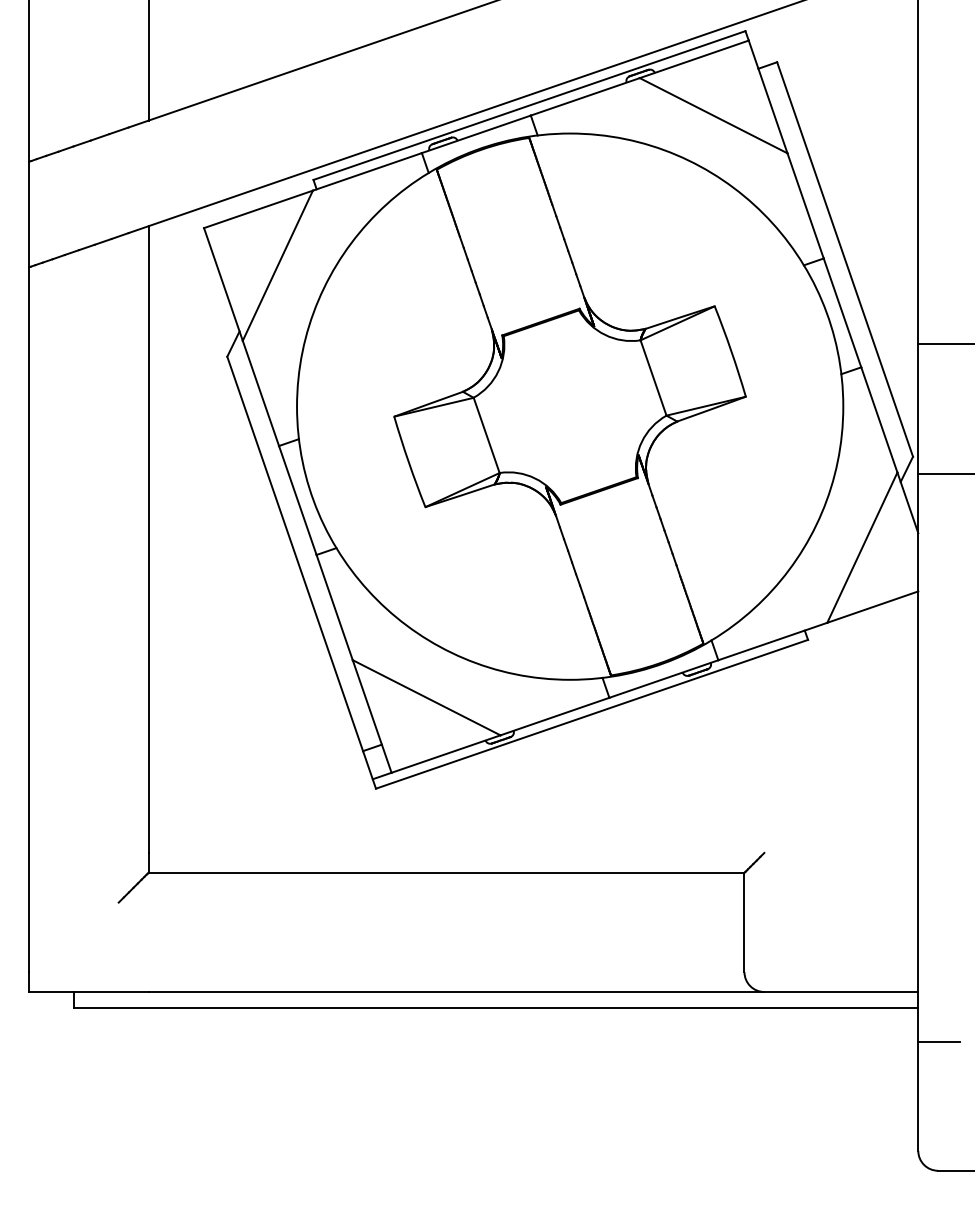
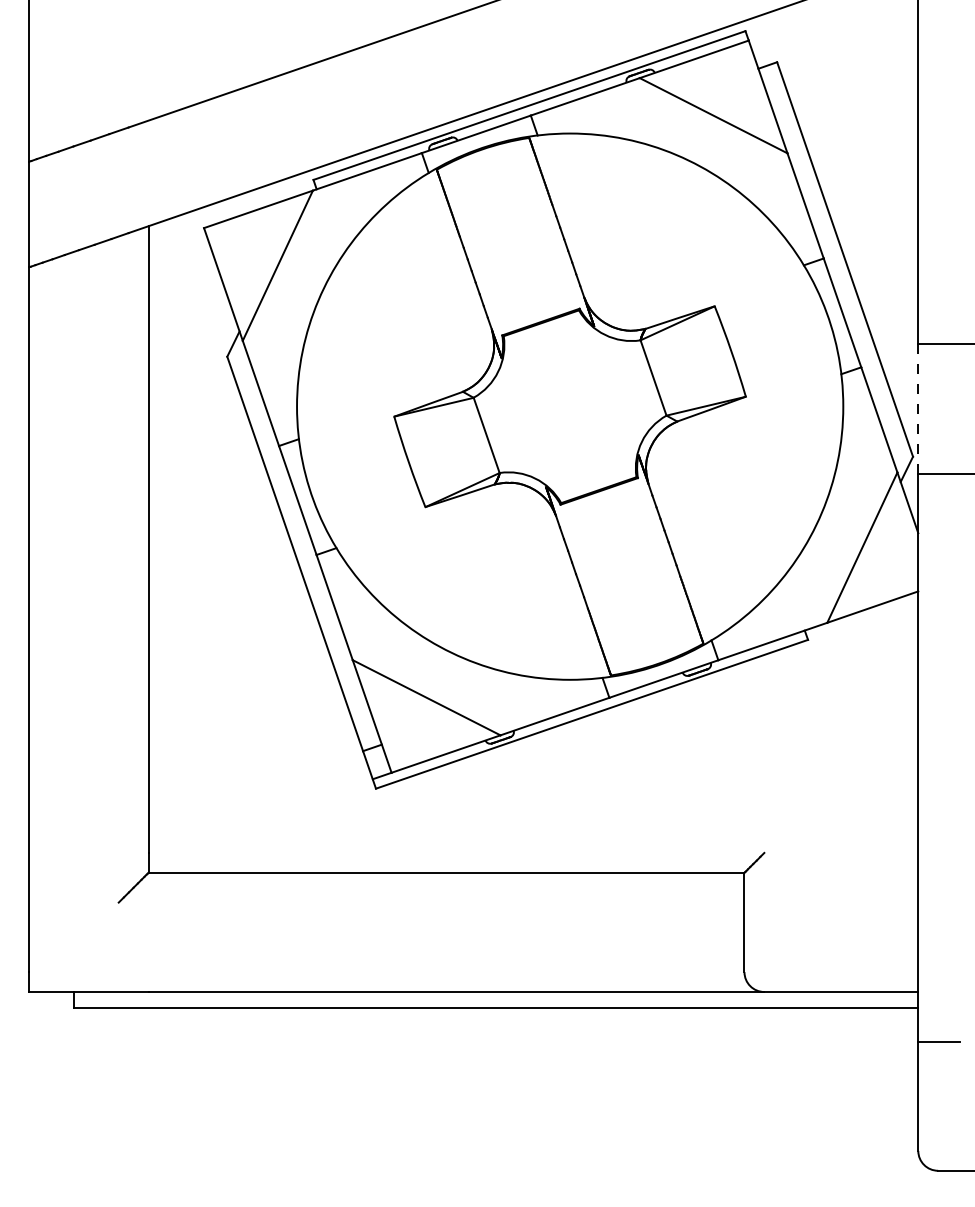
line at (148, 61): present -> none
line at (918, 408): solid -> dashed
